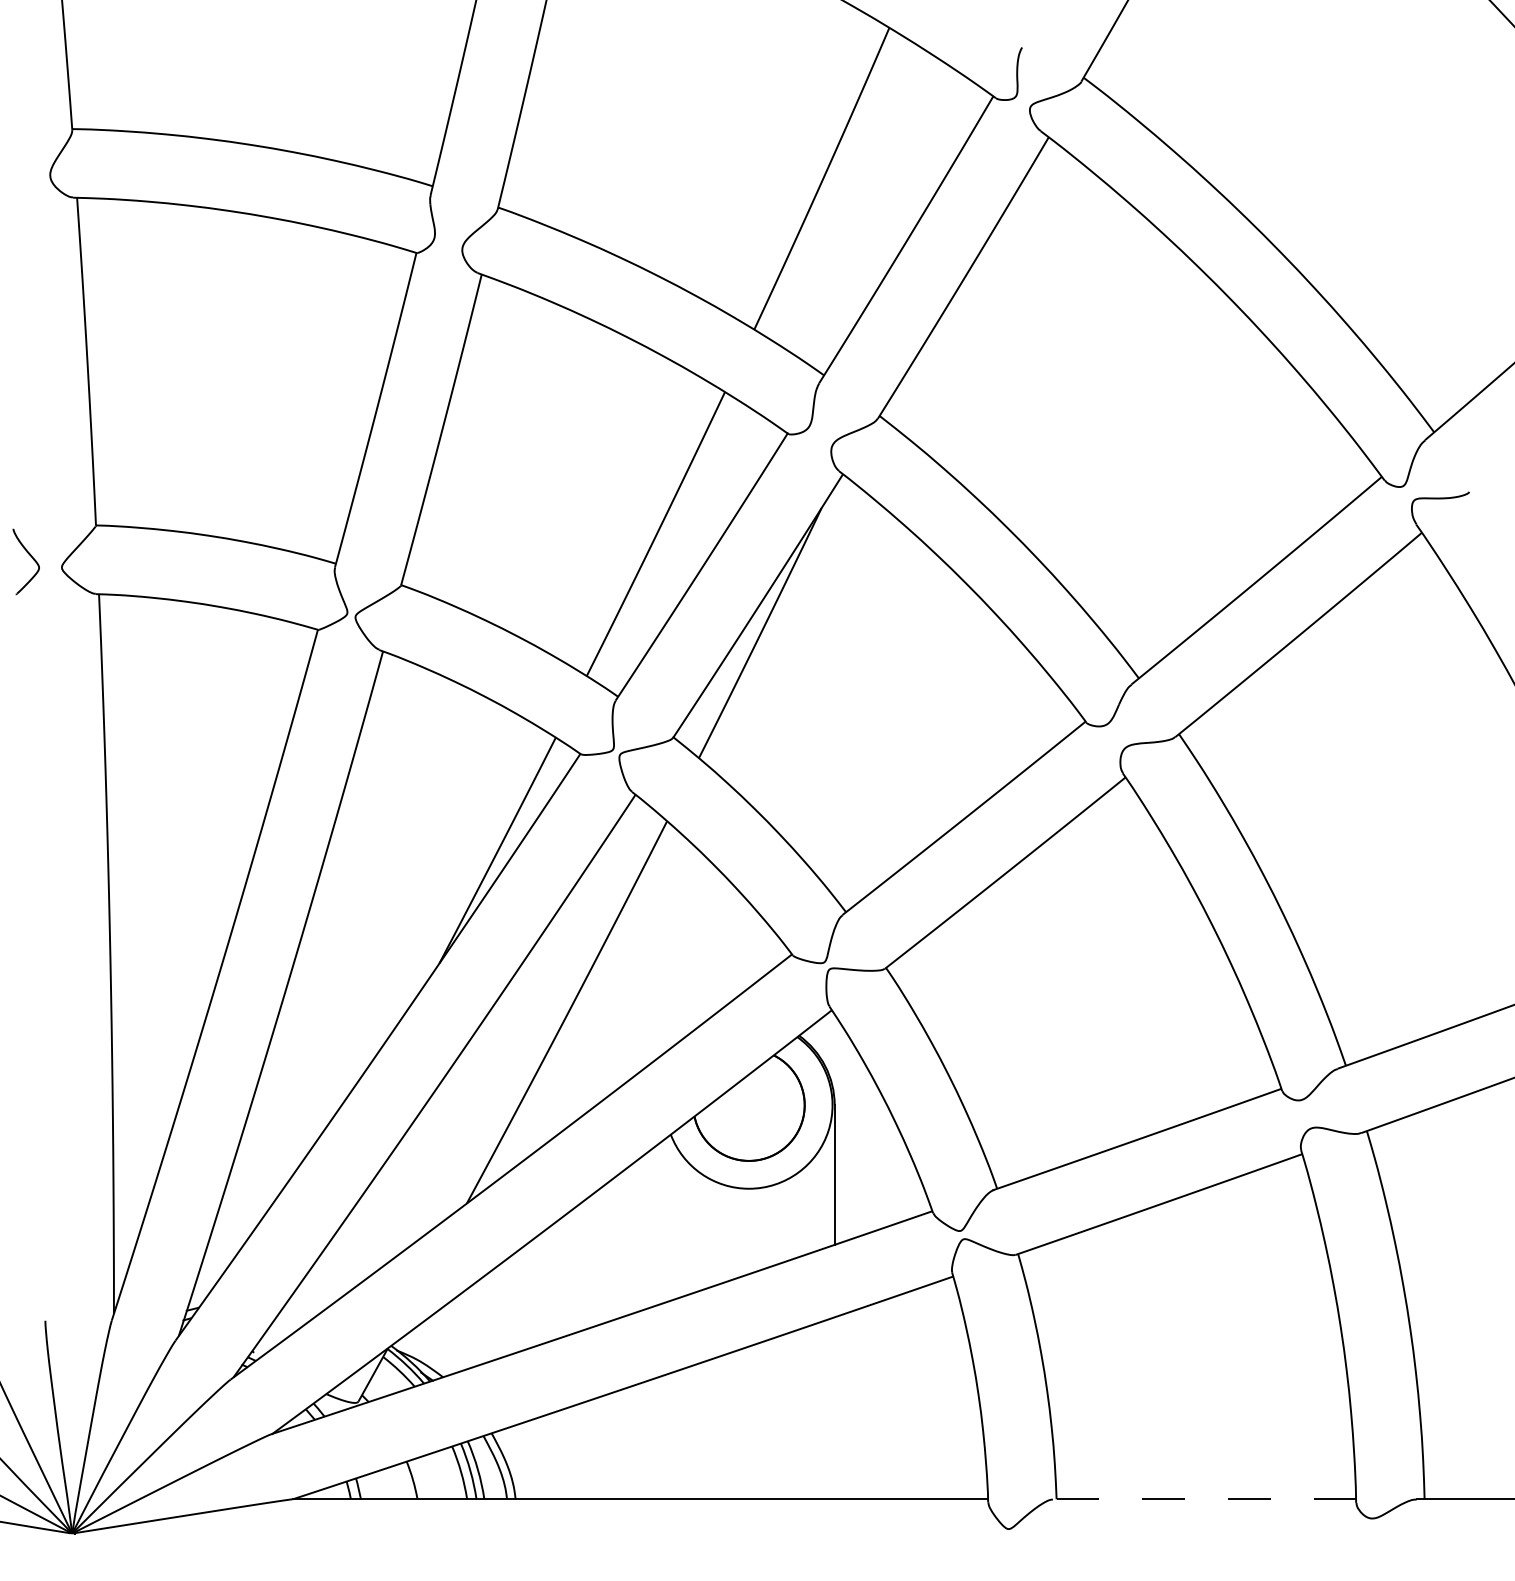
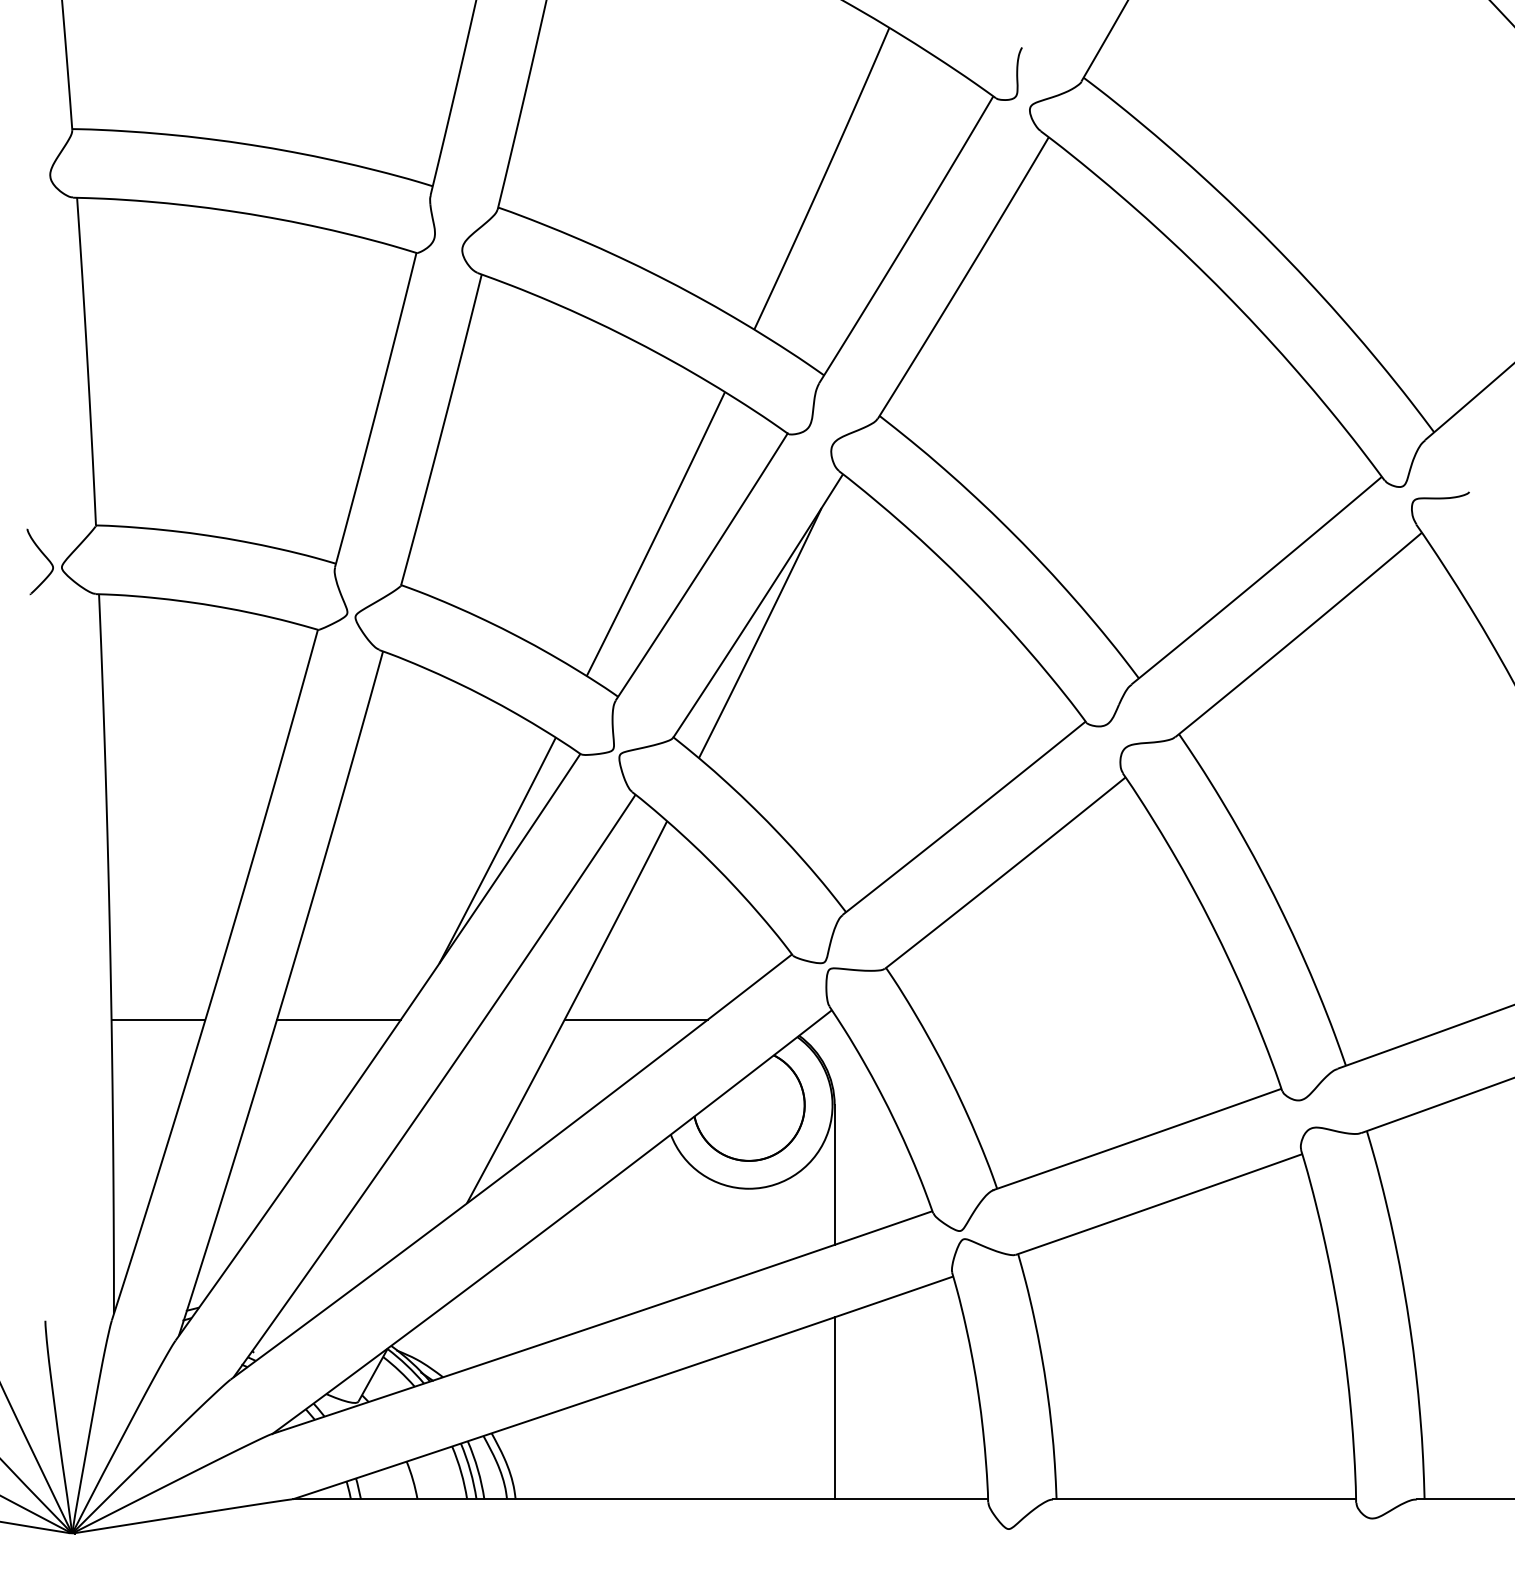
curve at (30, 556) position: (30, 556) -> (44, 556)
line at (158, 1019): none -> present
line at (338, 1019): none -> present
line at (636, 1019): none -> present
line at (834, 1408): none -> present
line at (1204, 1499): dashed -> solid
